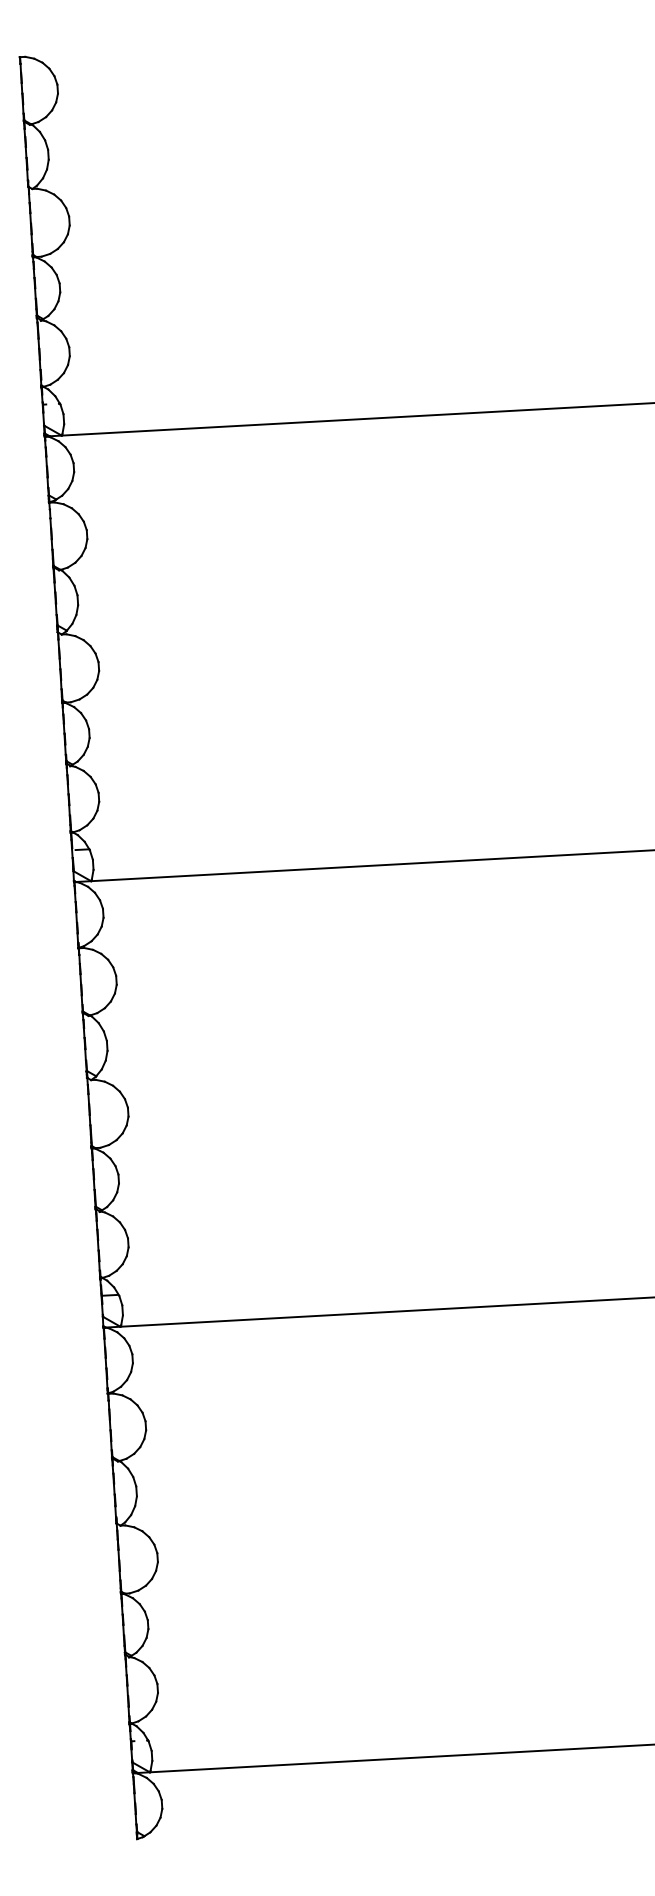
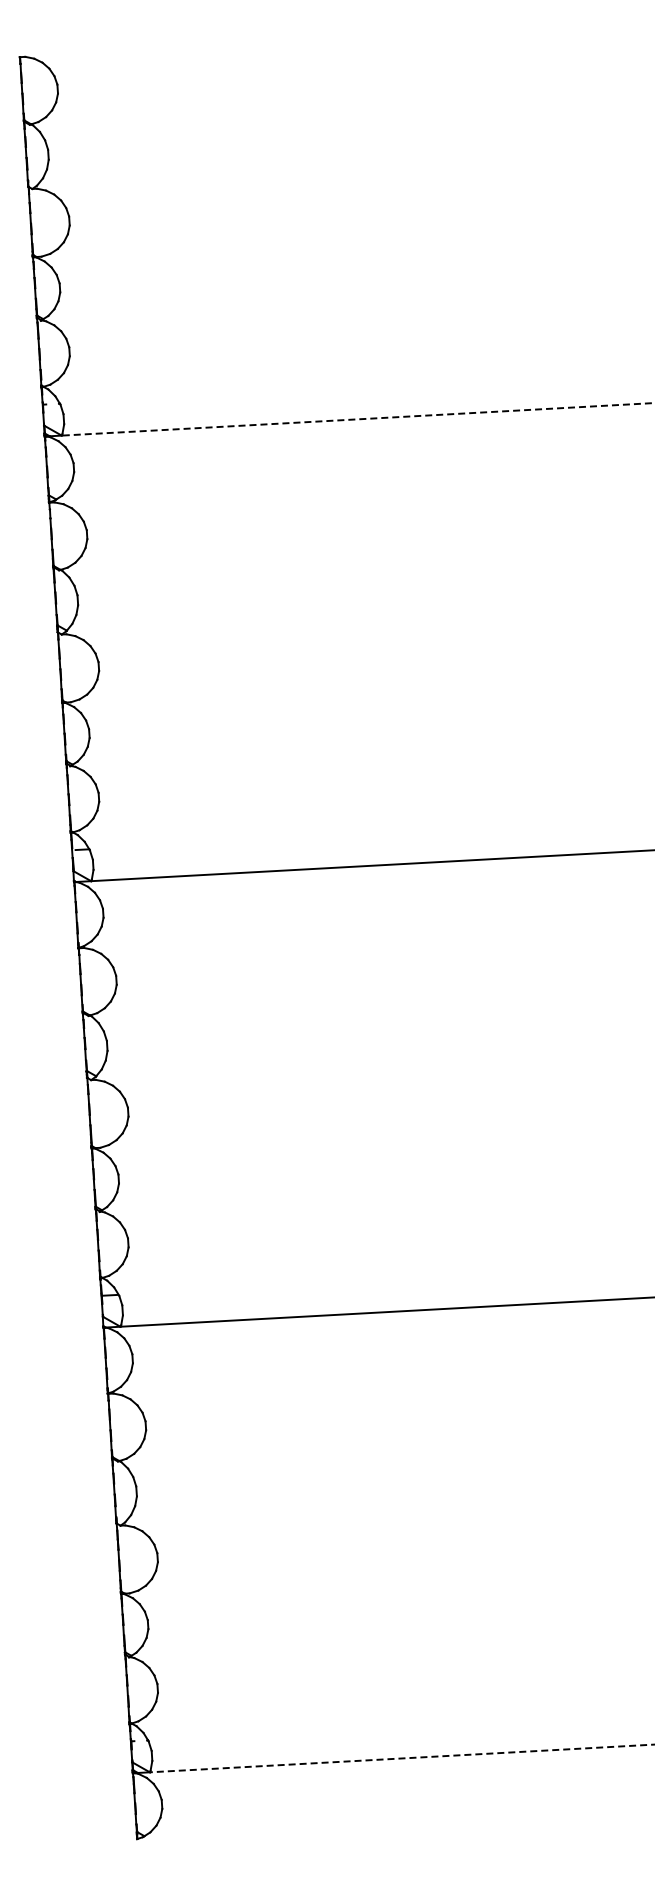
line at (358, 419): solid -> dashed
line at (401, 1758): solid -> dashed
